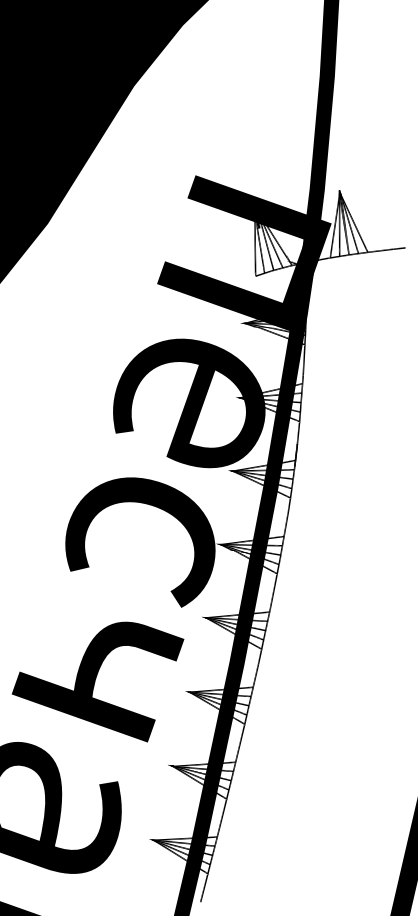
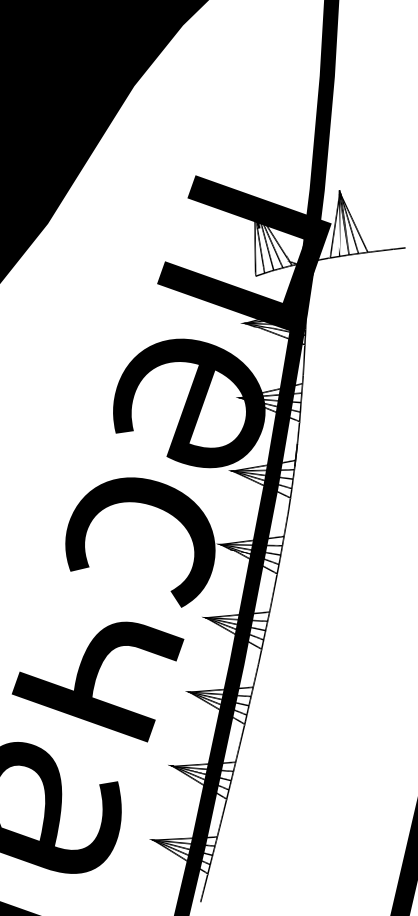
fill at (339, 225): present -> none
